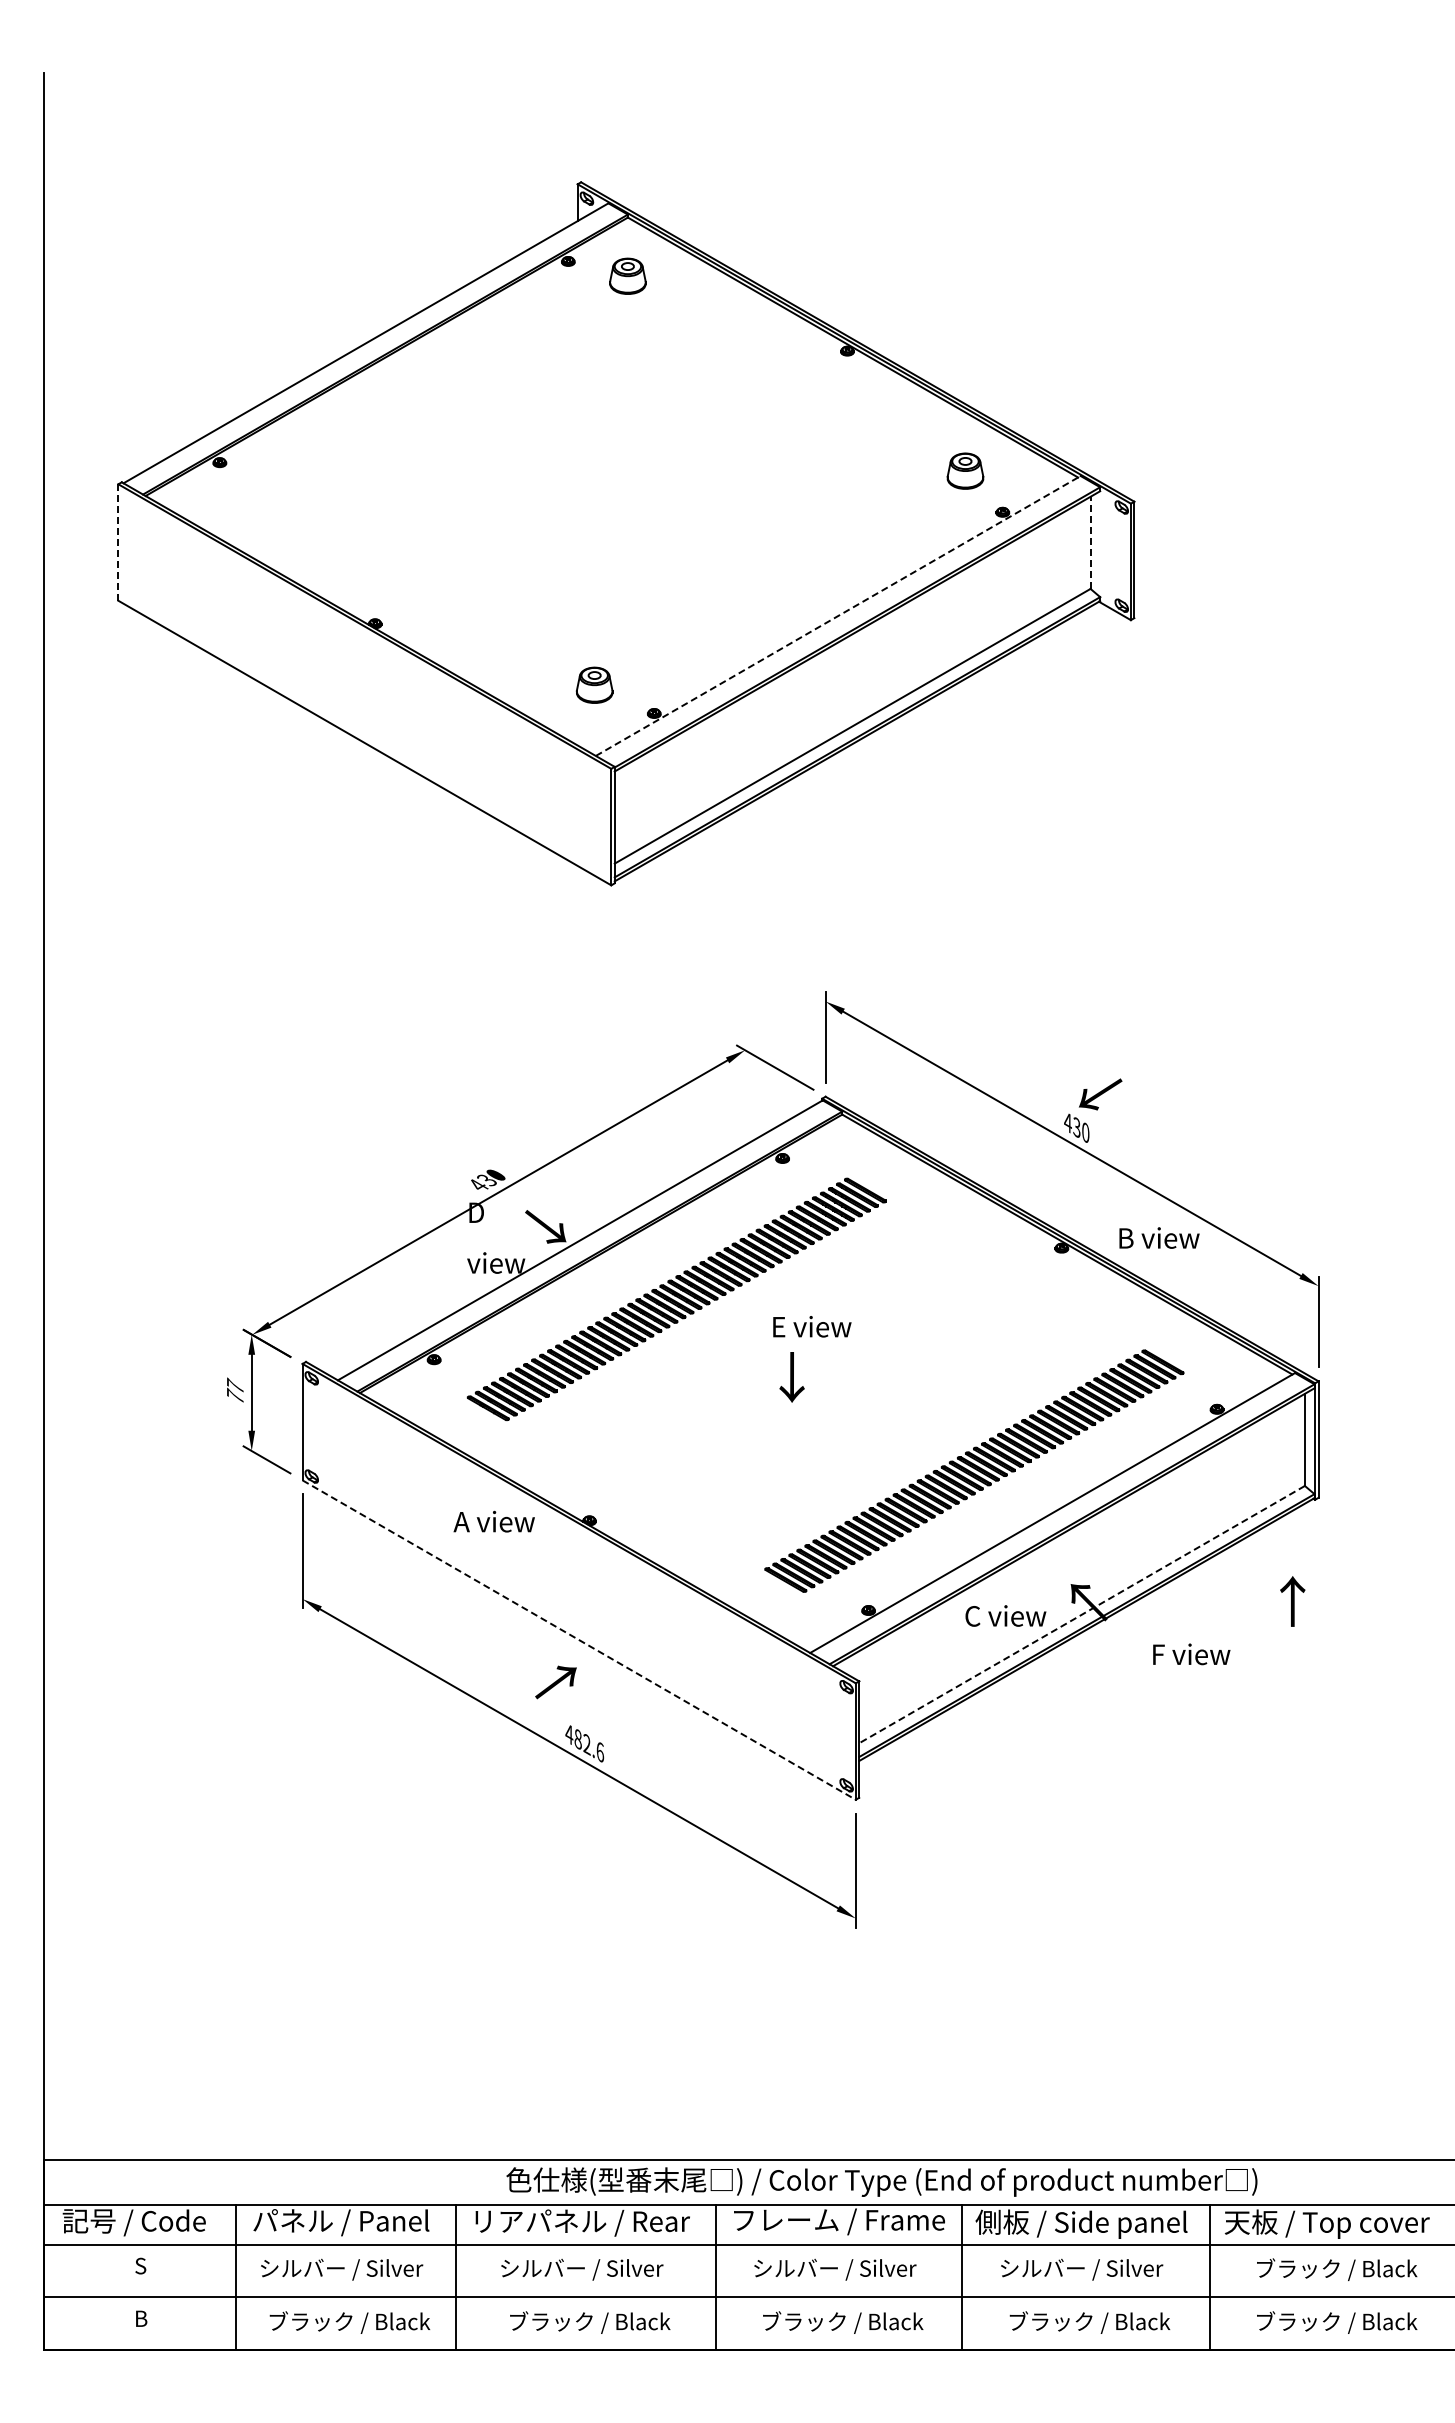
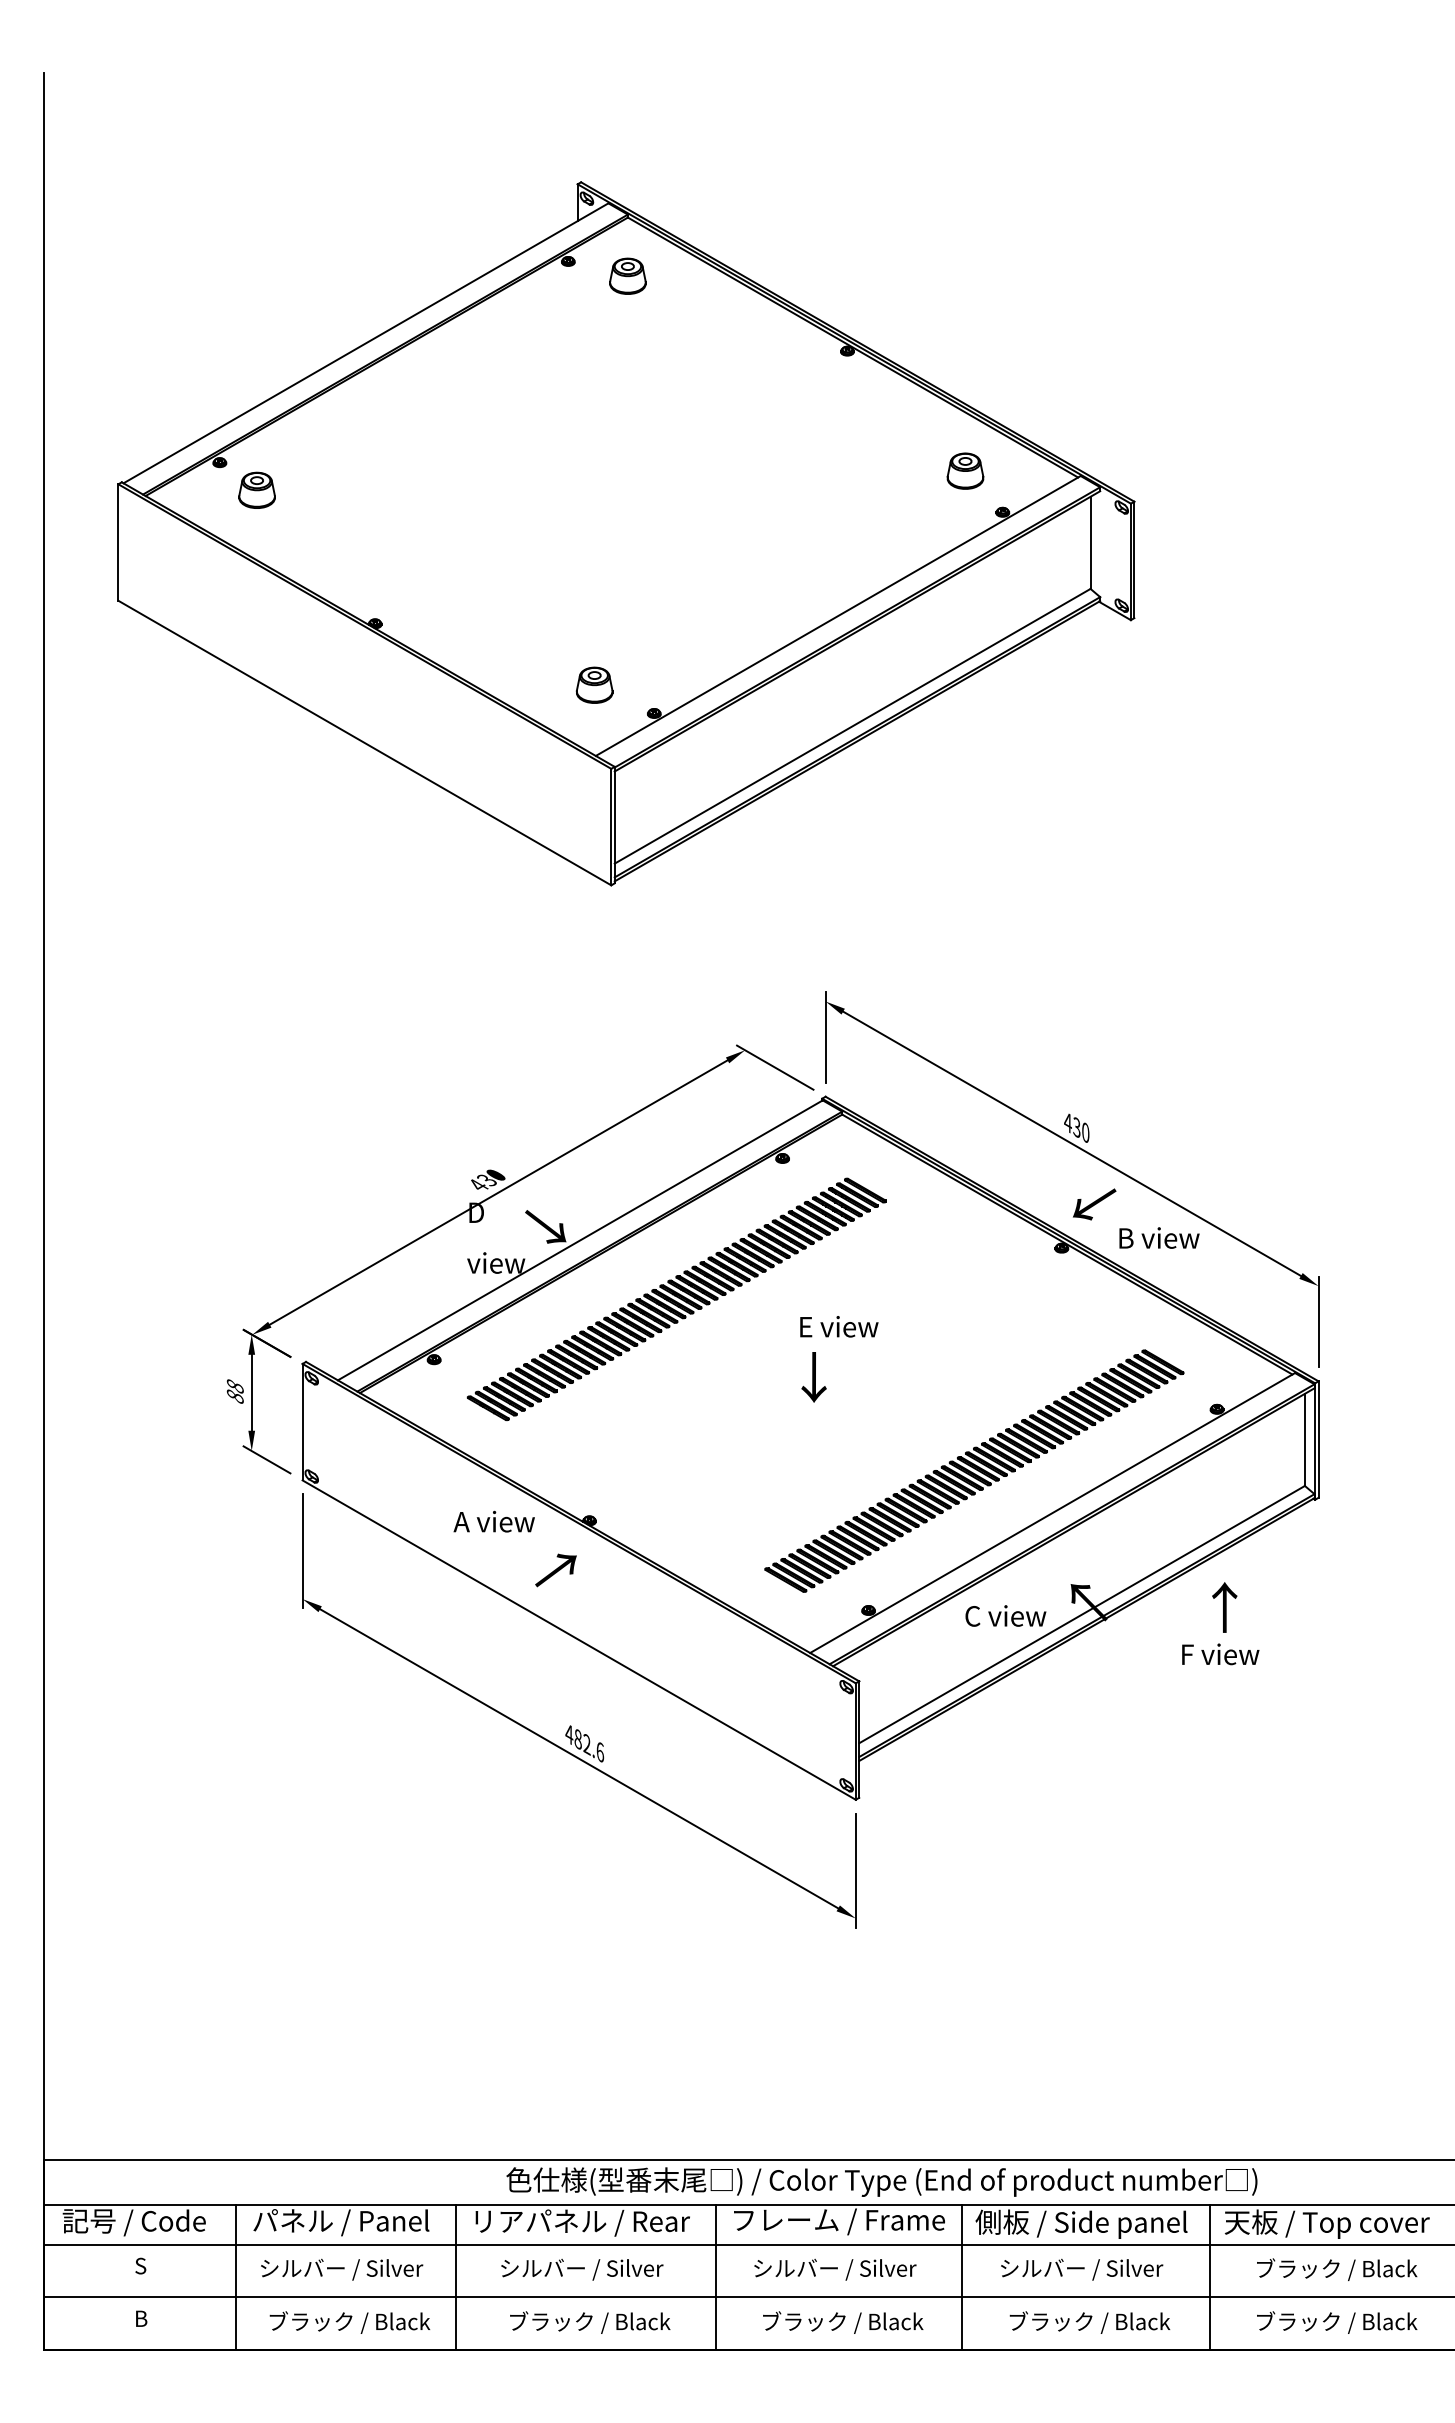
part at (256, 489): none -> present
line at (1090, 542): dashed -> solid
line at (118, 543): dashed -> solid
line at (838, 615): dashed -> solid
text at (1100, 1094) position: (1100, 1094) -> (1094, 1204)
text at (812, 1326) position: (812, 1326) -> (839, 1326)
text at (791, 1377) position: (791, 1377) -> (813, 1377)
text at (234, 1390): 77 -> 88
text at (1292, 1601) position: (1292, 1601) -> (1224, 1607)
line at (1081, 1614): dashed -> solid
line at (579, 1640): dashed -> solid
text at (1191, 1654) position: (1191, 1654) -> (1220, 1654)
text at (555, 1682) position: (555, 1682) -> (555, 1570)
